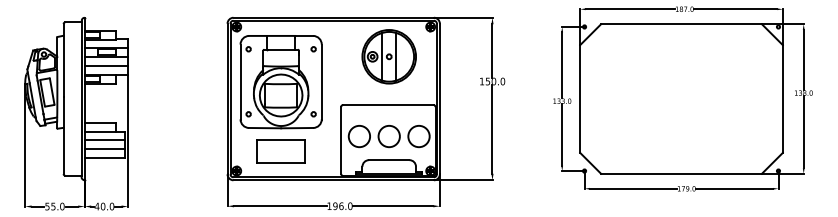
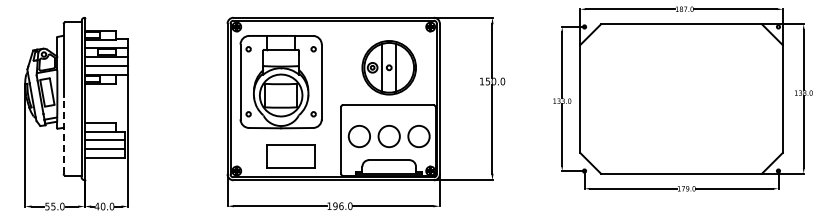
part at (388, 56) position: (388, 56) -> (388, 67)
line at (63, 135): solid -> dashed
part at (280, 151) position: (280, 151) -> (290, 156)
